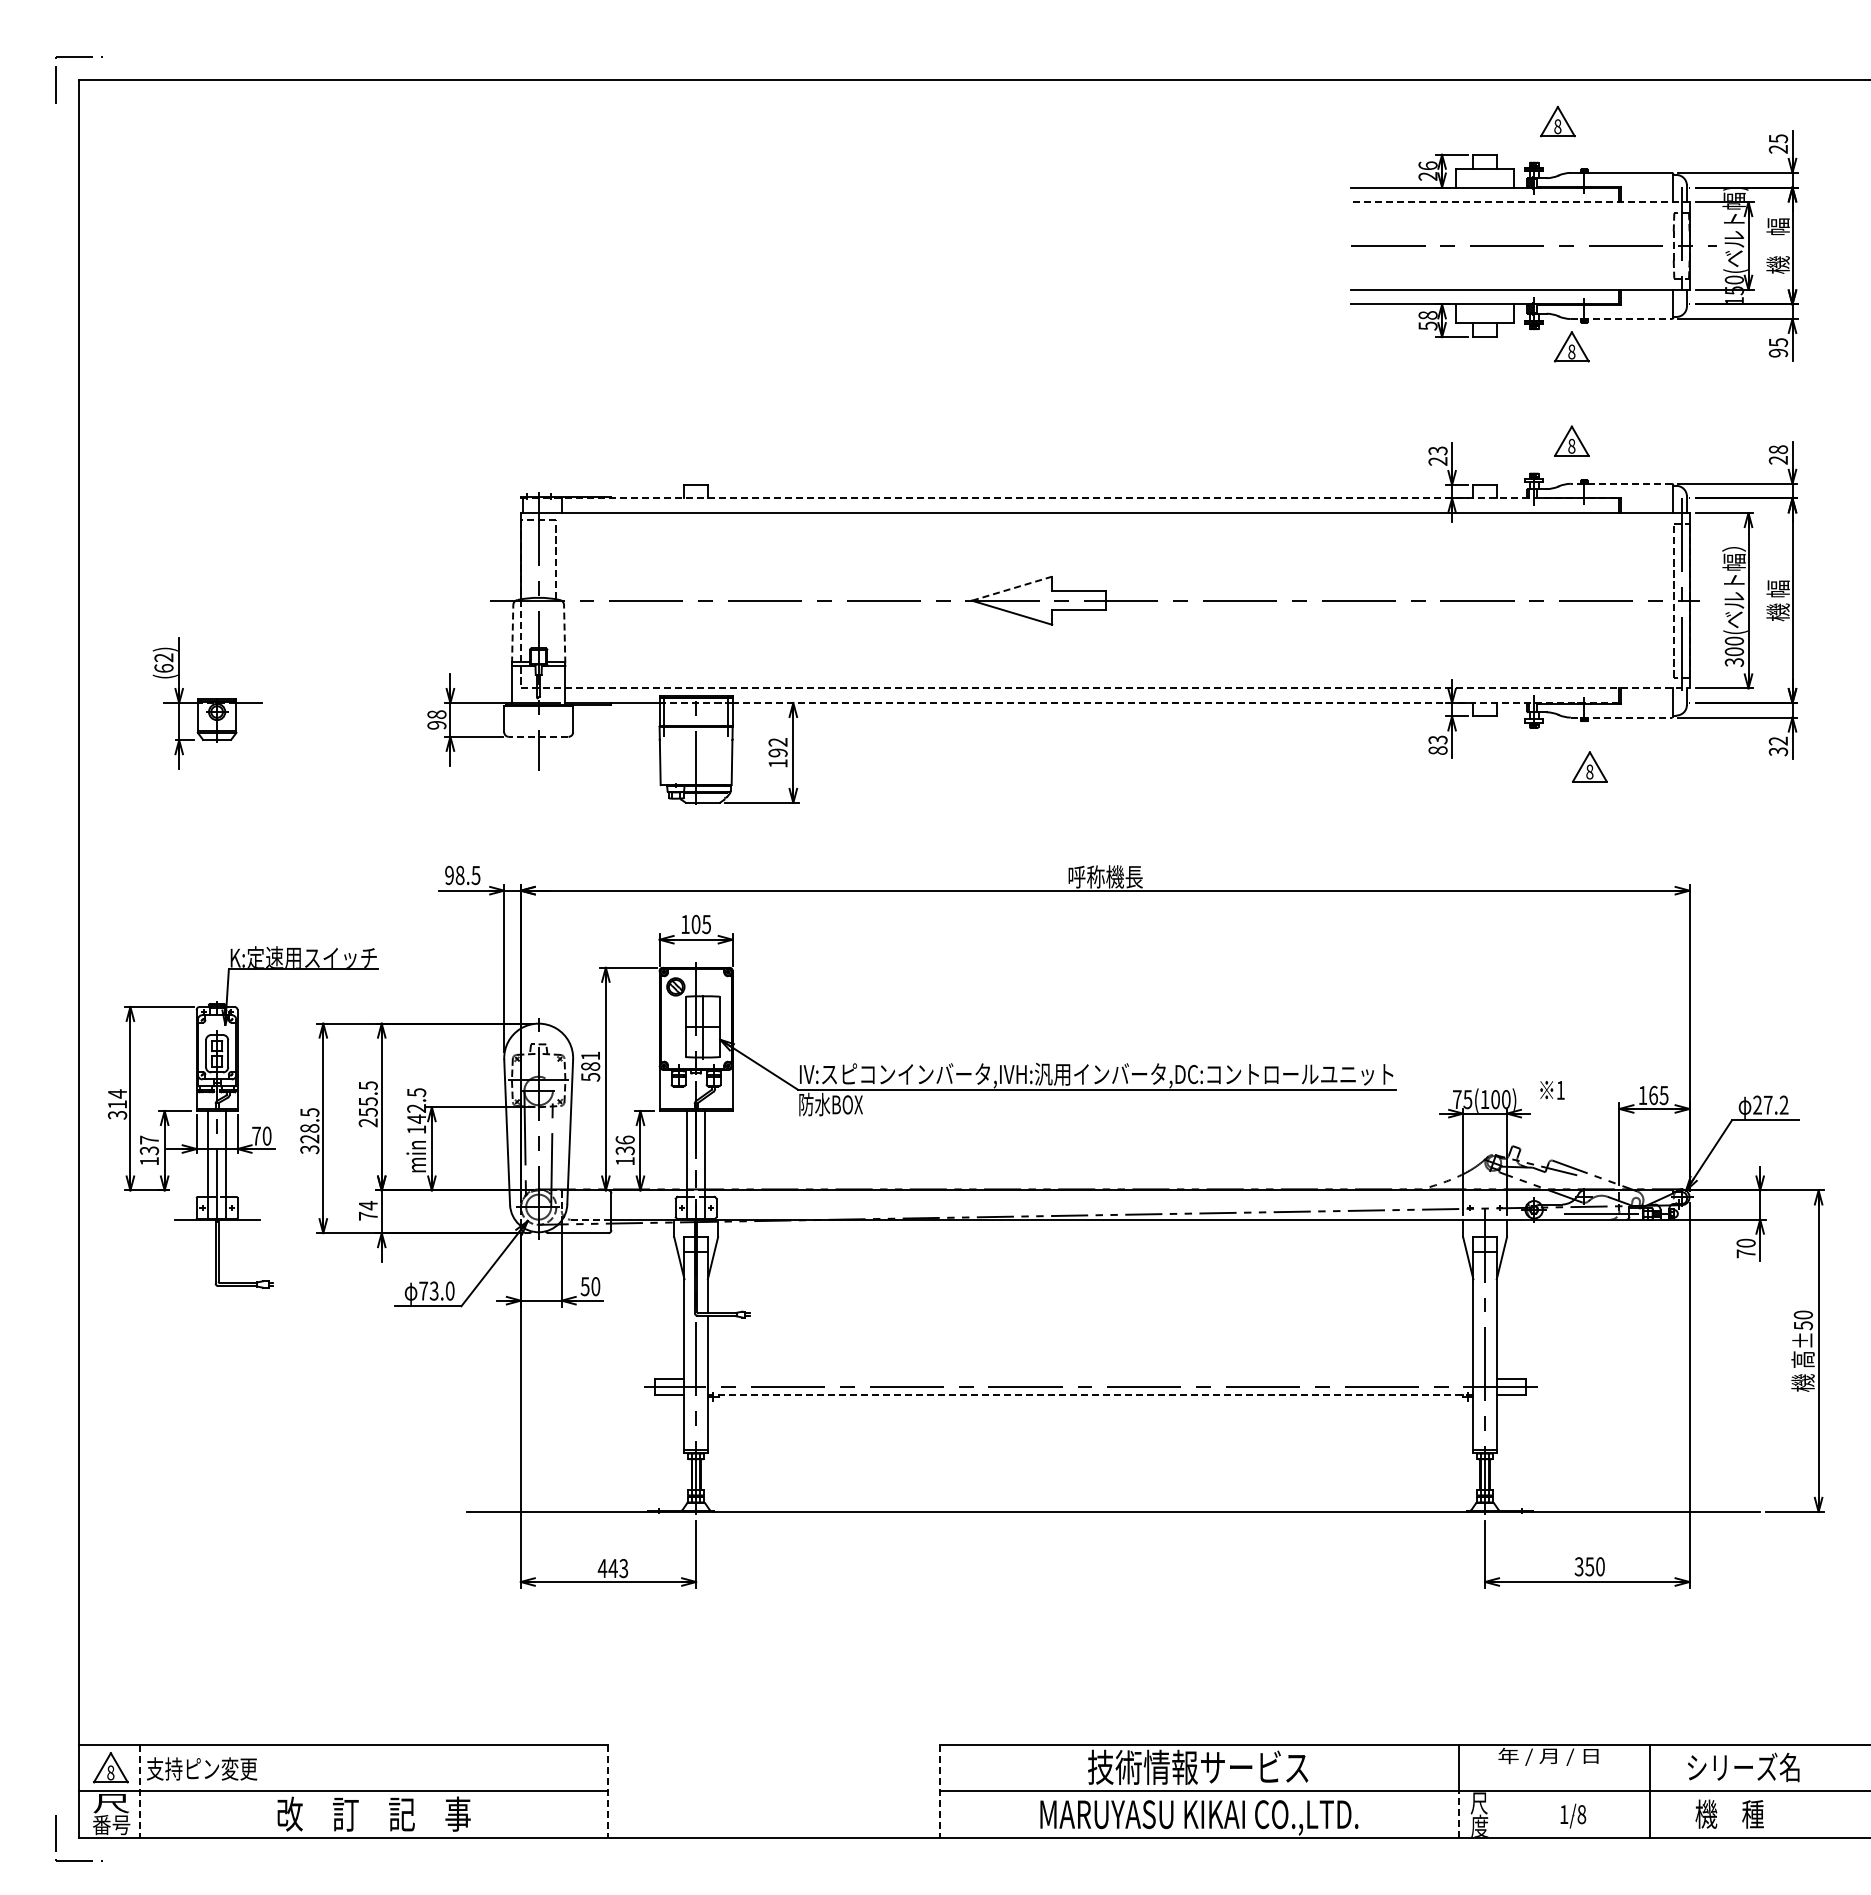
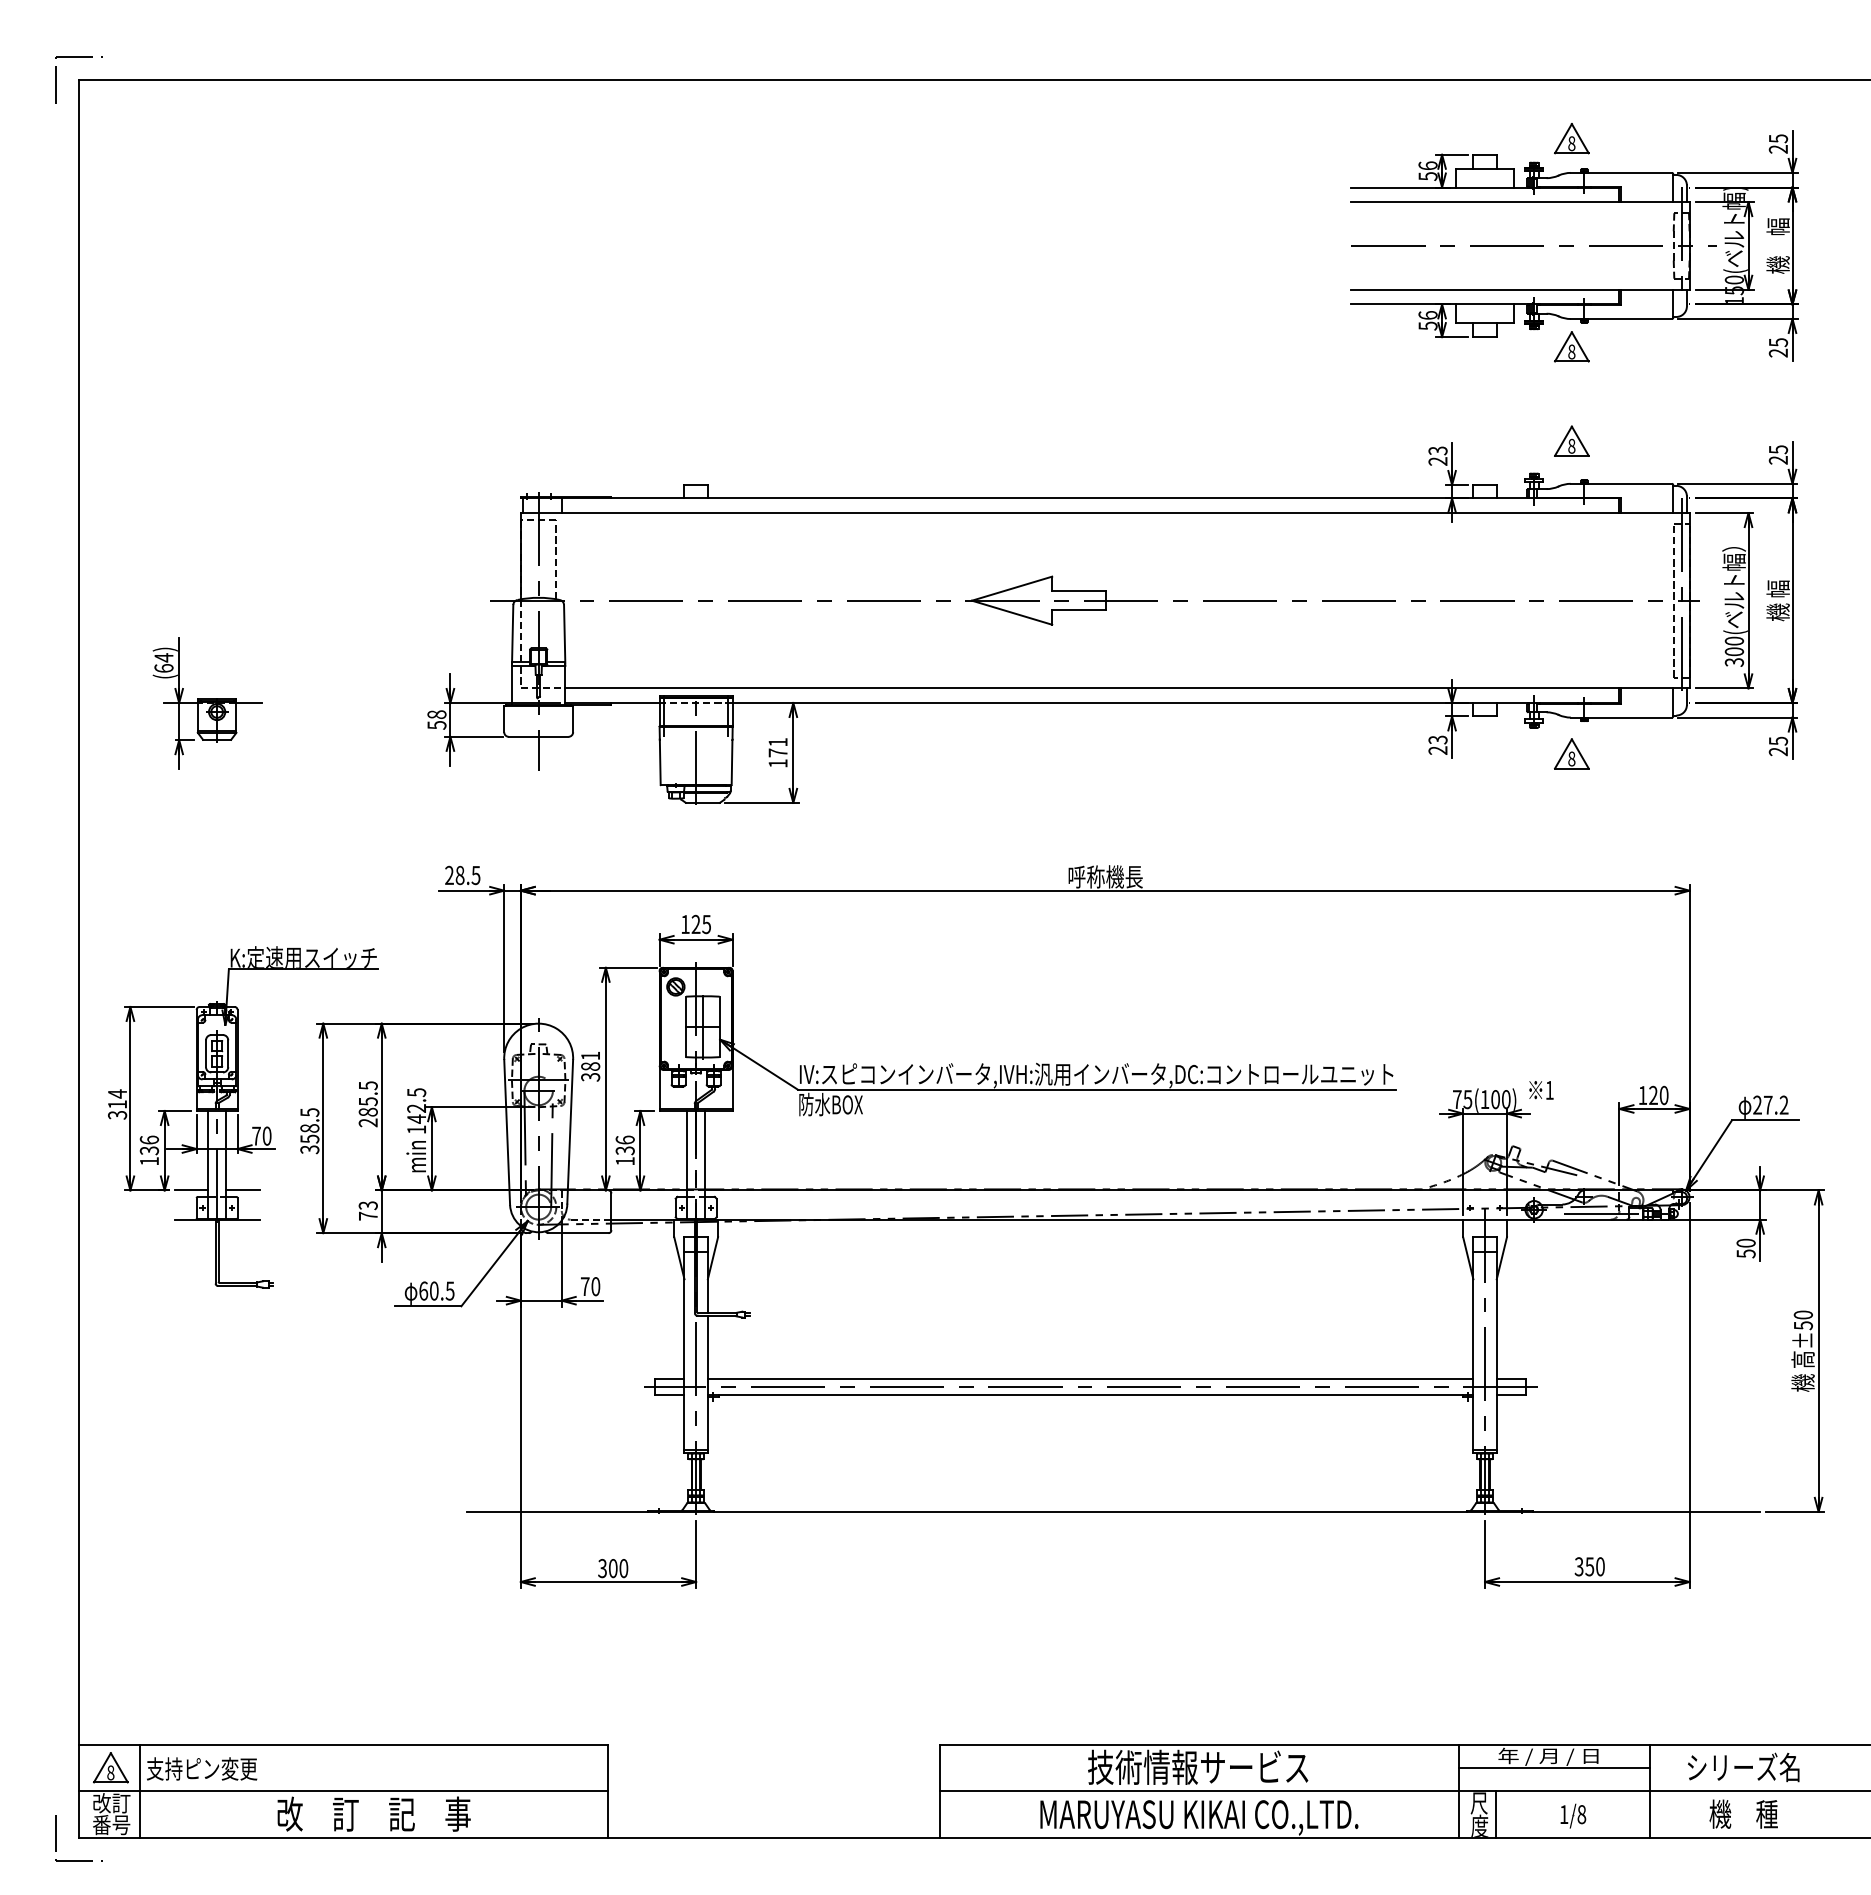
part at (1557, 121) position: (1557, 121) -> (1571, 138)
text at (1427, 176): 26 -> 56
line at (1520, 202): dashed -> solid
text at (1427, 315): 58 -> 56
line at (1621, 319): dashed -> solid
text at (1778, 352): 95 -> 25
text at (1777, 449): 28 -> 25
line at (1621, 483): dashed -> solid
line at (1070, 498): dashed -> solid
line at (1012, 588): dashed -> solid
line at (512, 633): dashed -> solid
line at (564, 633): dashed -> solid
text at (163, 657): (62) -> (64)
line at (1128, 688): dashed -> solid
line at (1175, 702): dashed -> solid
line at (1621, 717): dashed -> solid
text at (436, 725): 98 -> 58
line at (538, 736): dashed -> solid
text at (1778, 746): 32 -> 25
text at (777, 747): 192 -> 171
text at (1437, 750): 83 -> 23
part at (1589, 766) position: (1589, 766) -> (1571, 753)
text at (449, 875): 98.5 -> 28.5
text at (695, 924): 105 -> 125
text at (590, 1077): 581 -> 381
text at (1552, 1090) position: (1552, 1090) -> (1541, 1090)
text at (1658, 1095): 165 -> 120
text at (367, 1111): 255.5 -> 285.5
text at (309, 1138): 328.5 -> 358.5
text at (149, 1139): 137 -> 136
line at (191, 1190): none -> present
line at (242, 1190): none -> present
text at (367, 1205): 74 -> 73
text at (1745, 1253): 70 -> 50
text at (584, 1286): 50 -> 70
text at (436, 1290): 73.0 -> 60.5
line at (1090, 1379): none -> present
line at (1090, 1395): dashed -> solid
text at (612, 1568): 443 -> 300
line at (1554, 1767): none -> present
line at (140, 1791): dashed -> solid
line at (607, 1791): dashed -> solid
line at (939, 1791): dashed -> solid
text at (111, 1803): 尺 -> 改訂
text at (1729, 1813) position: (1729, 1813) -> (1743, 1813)
line at (1458, 1814): dashed -> solid
line at (1495, 1814): none -> present
